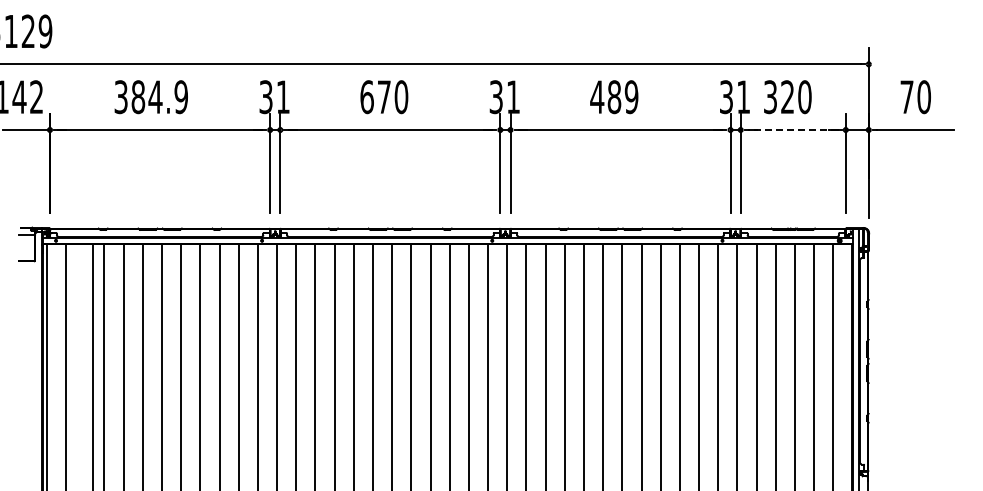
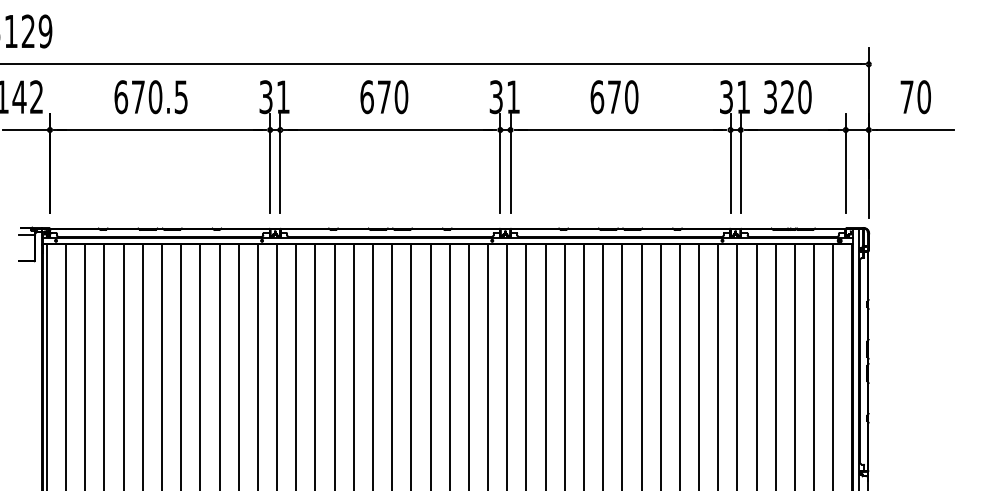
text at (150, 97): 384.9 -> 670.5
text at (614, 97): 489 -> 670
line at (792, 130): dashed -> solid
line at (93, 365) position: (93, 365) -> (85, 365)
